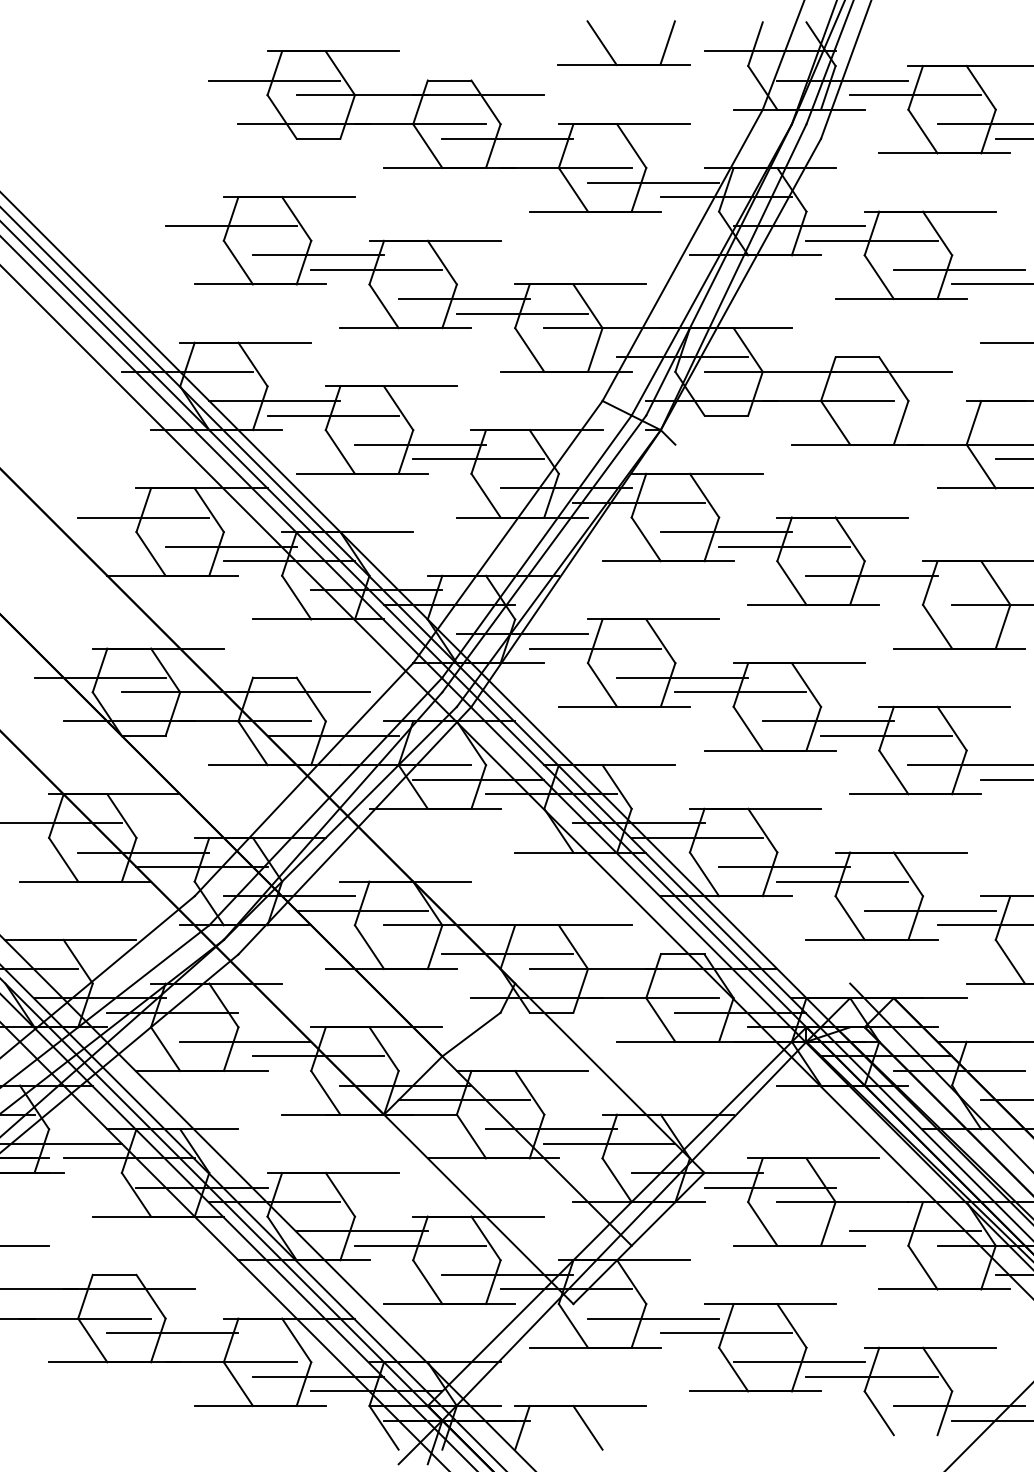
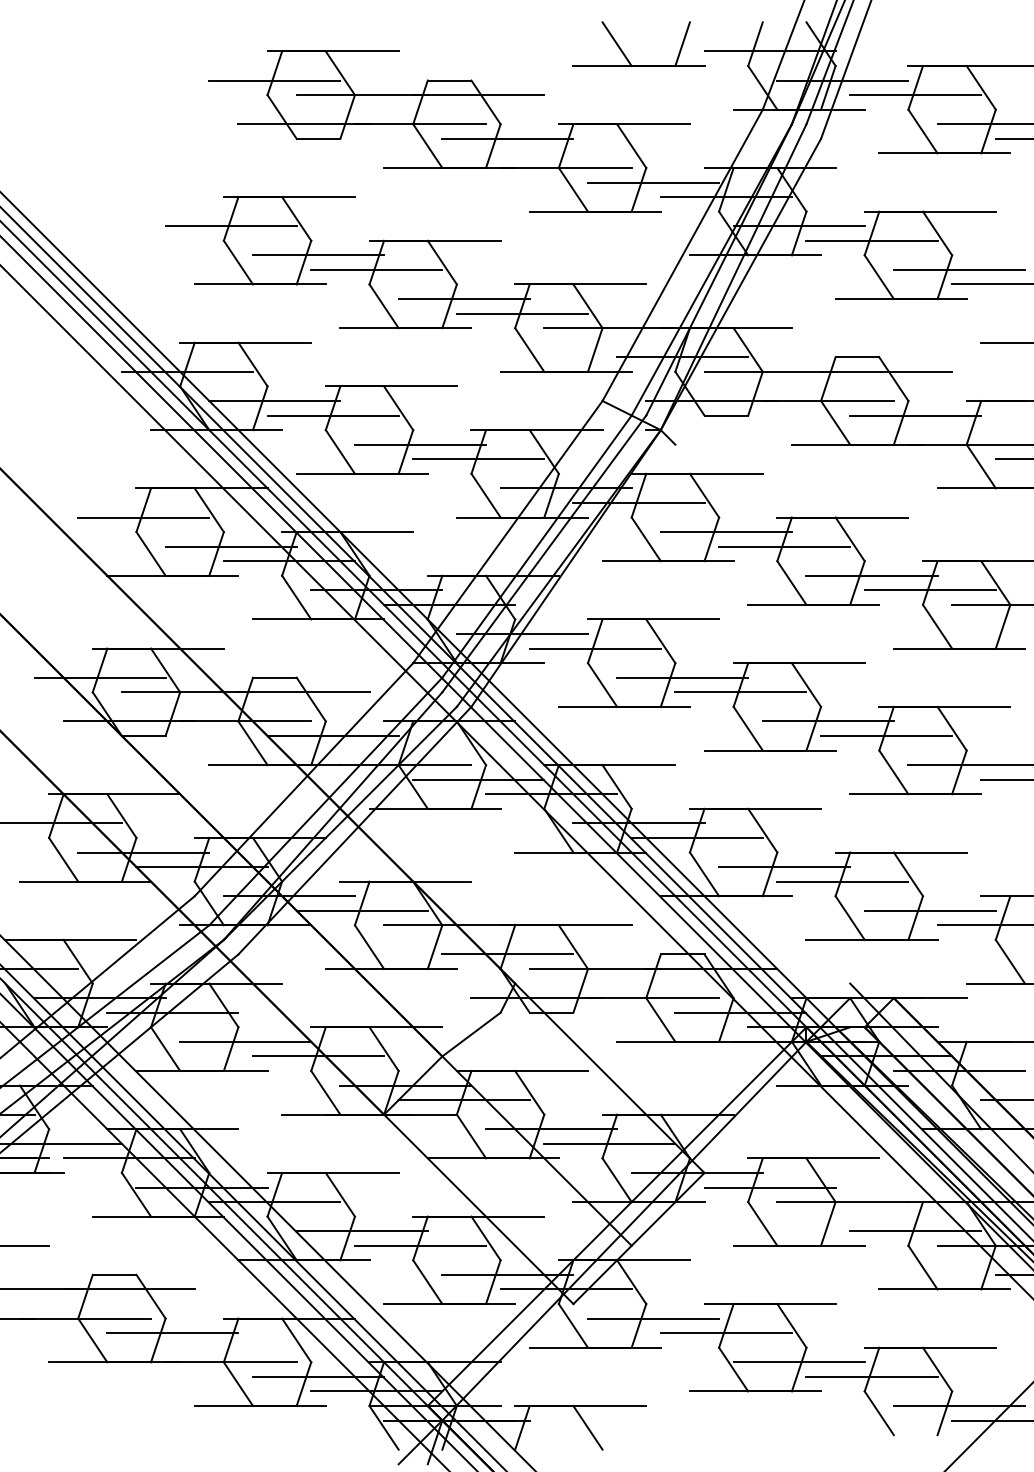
part at (610, 53) position: (610, 53) -> (625, 54)
line at (915, 415): none -> present
line at (929, 590): none -> present
